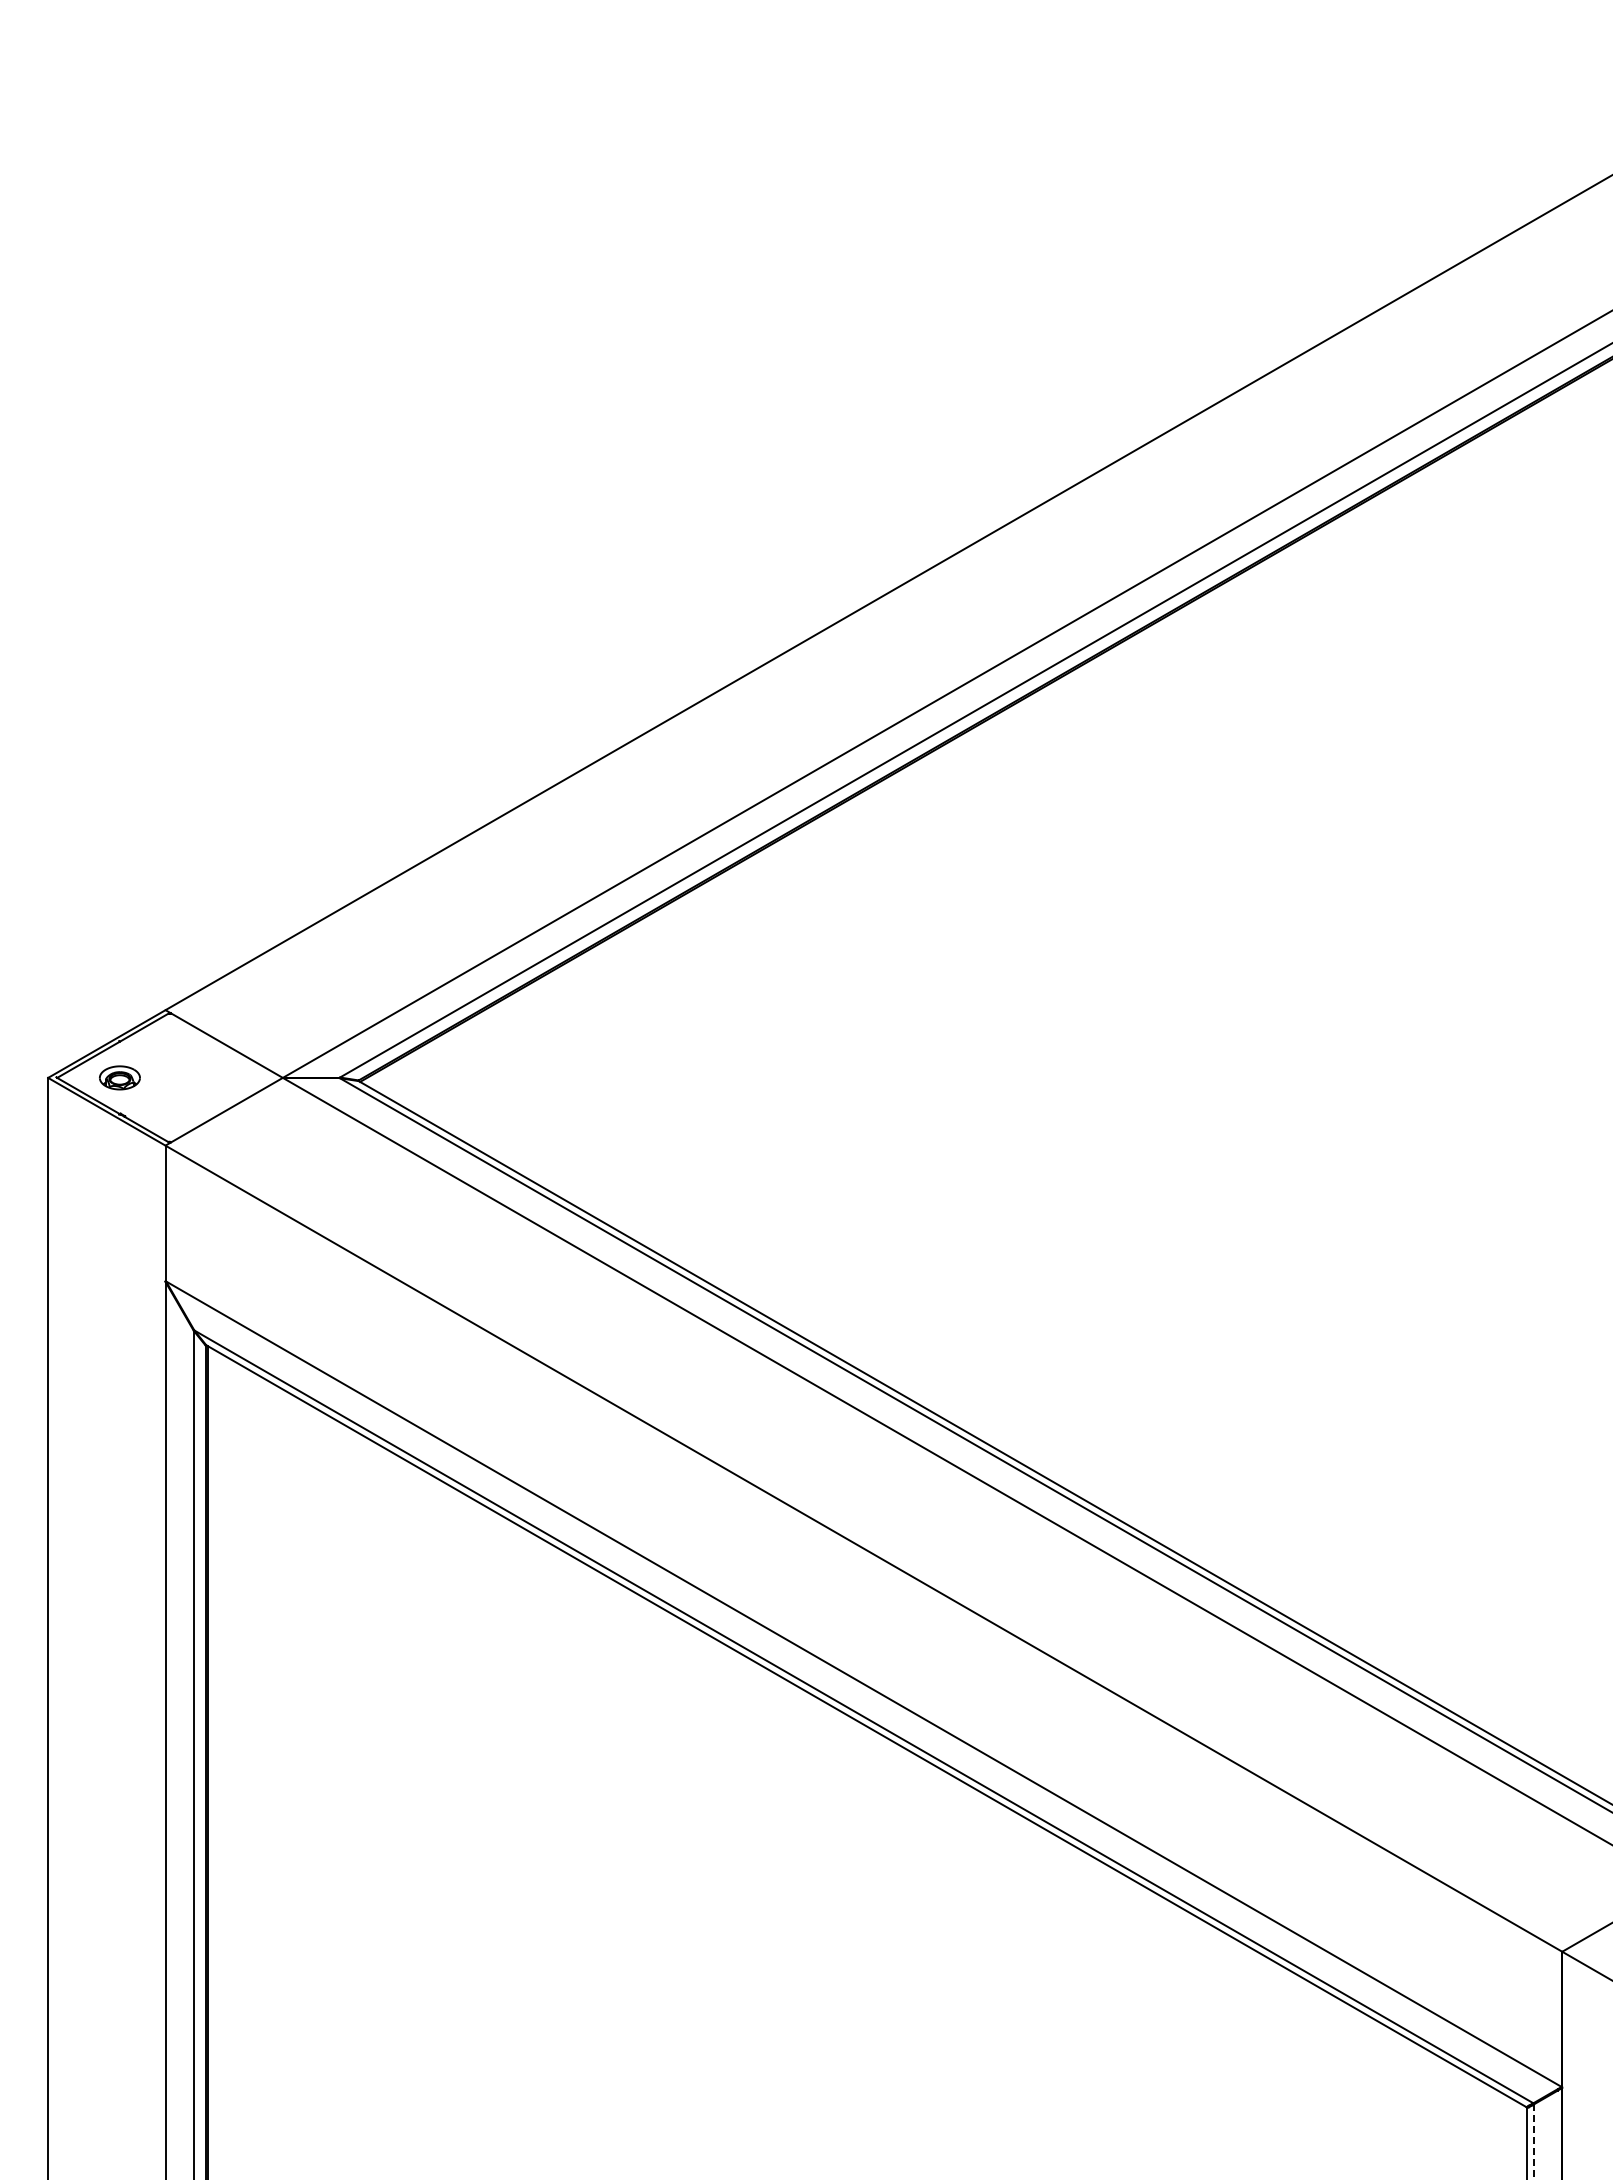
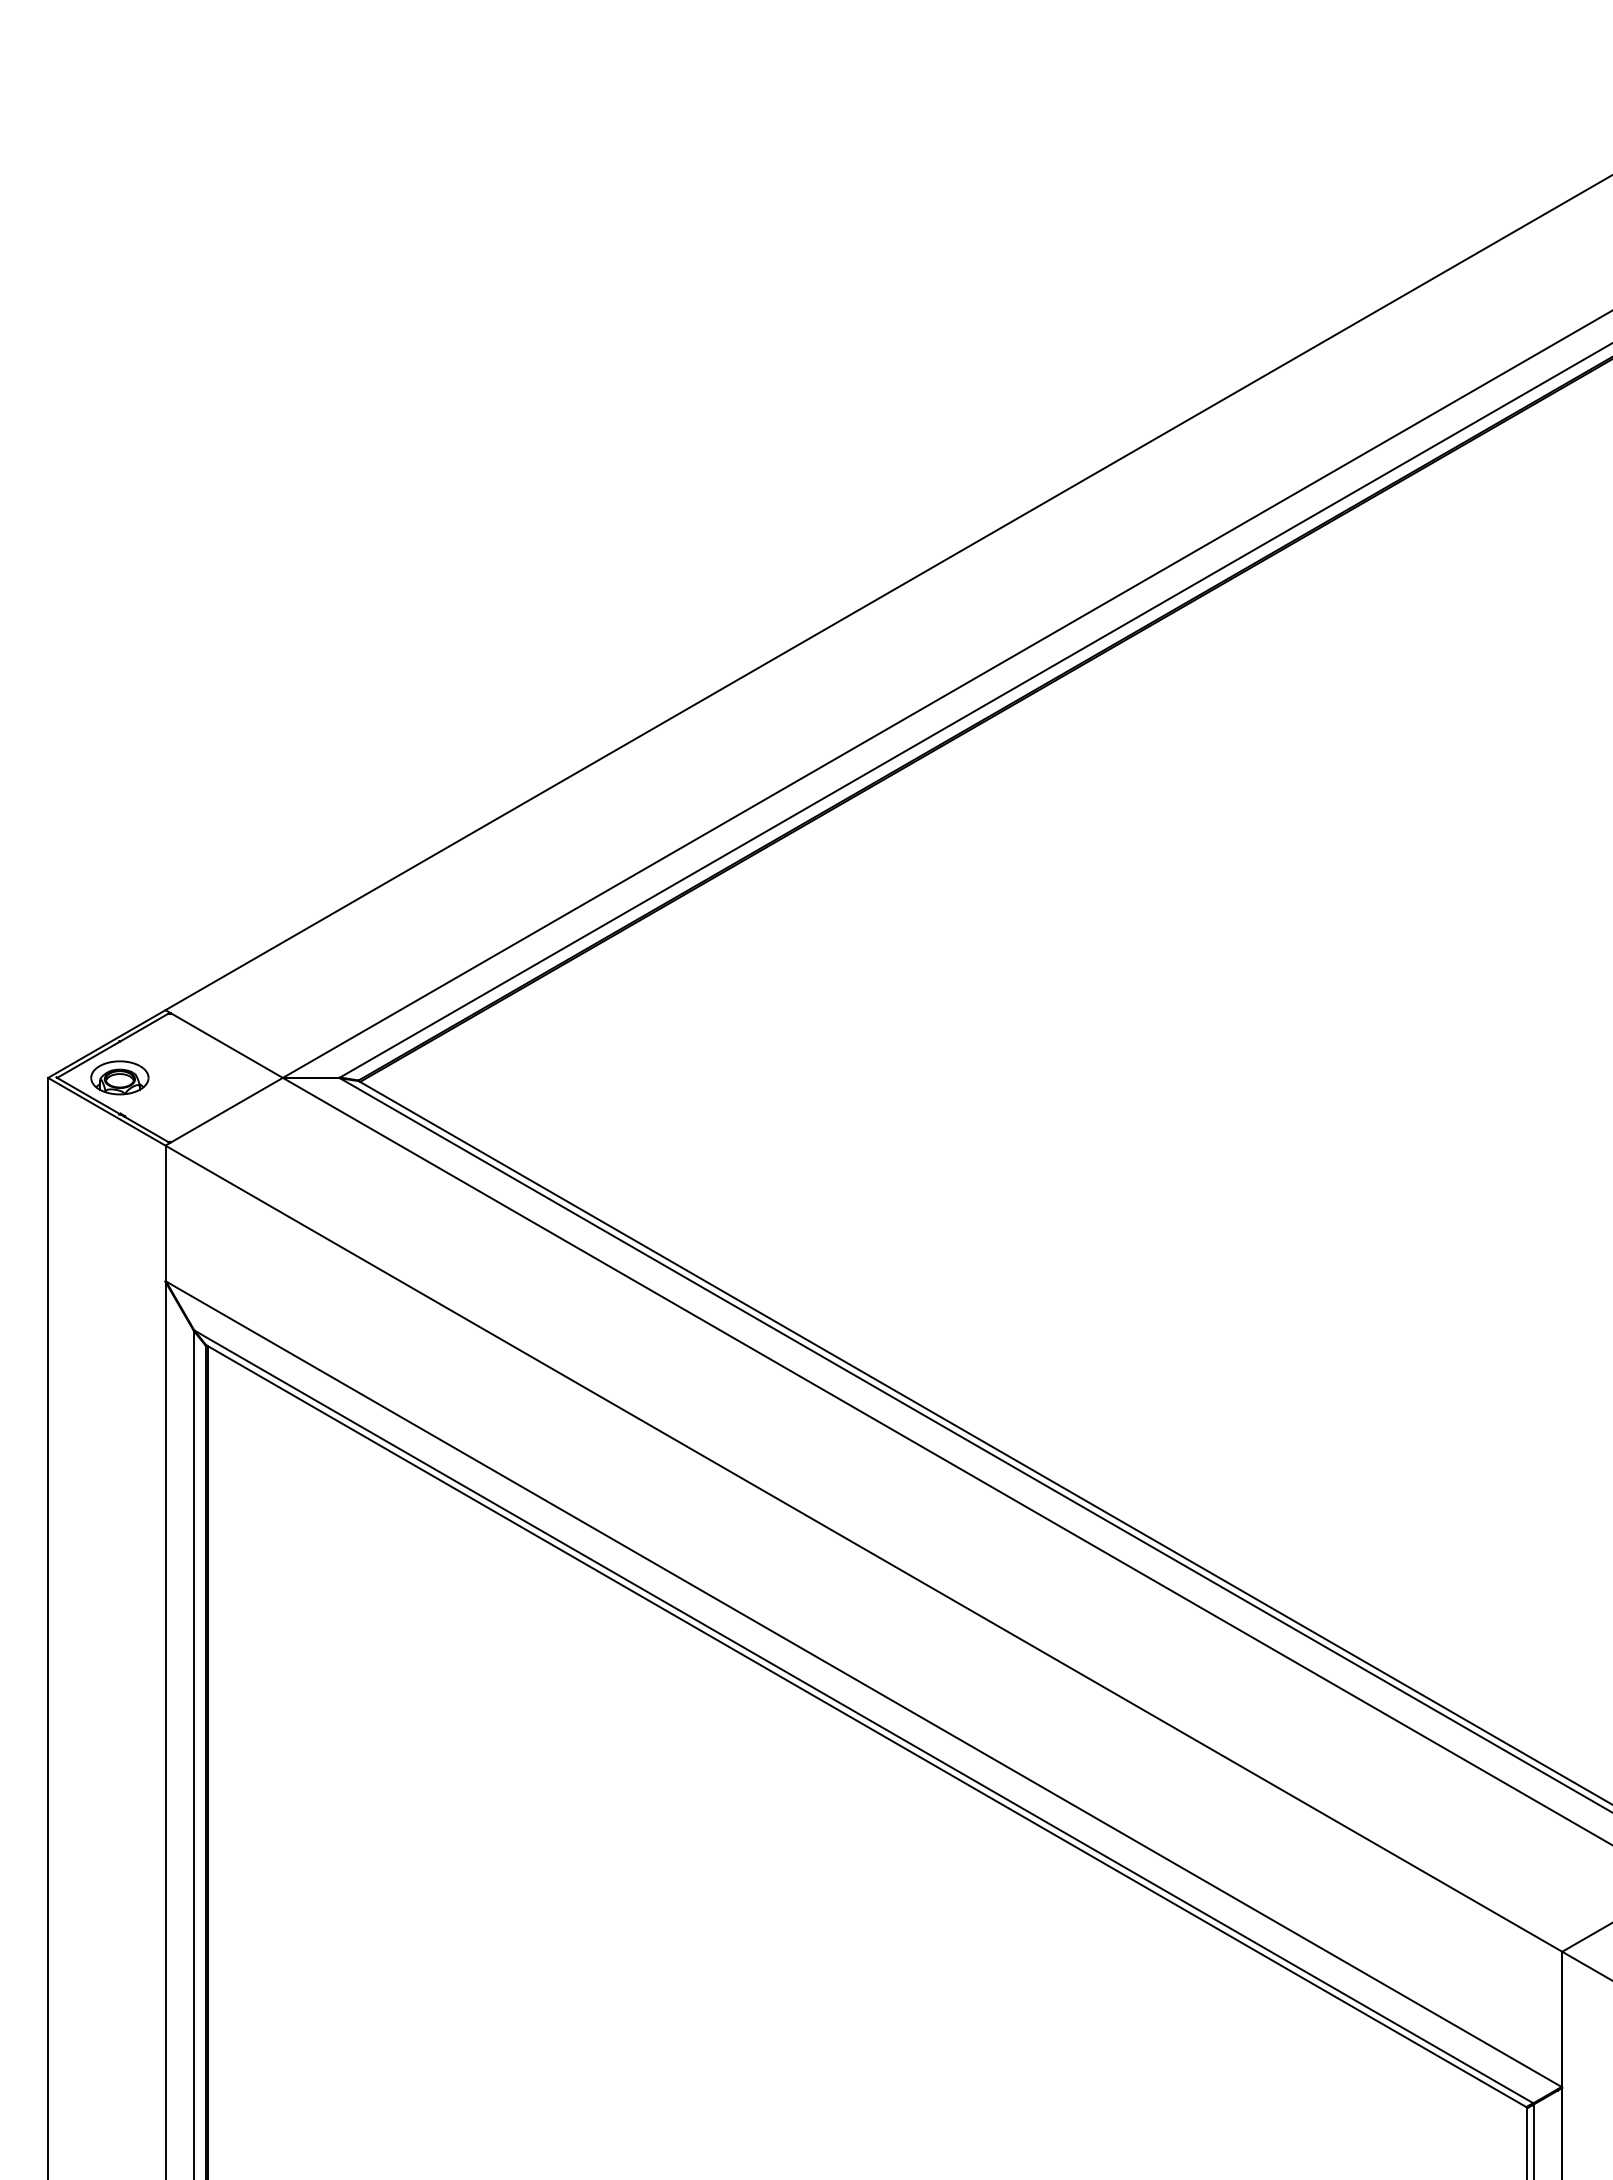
part at (119, 1077) size: 42x26 px -> 60x36 px
line at (1534, 2142): dashed -> solid
